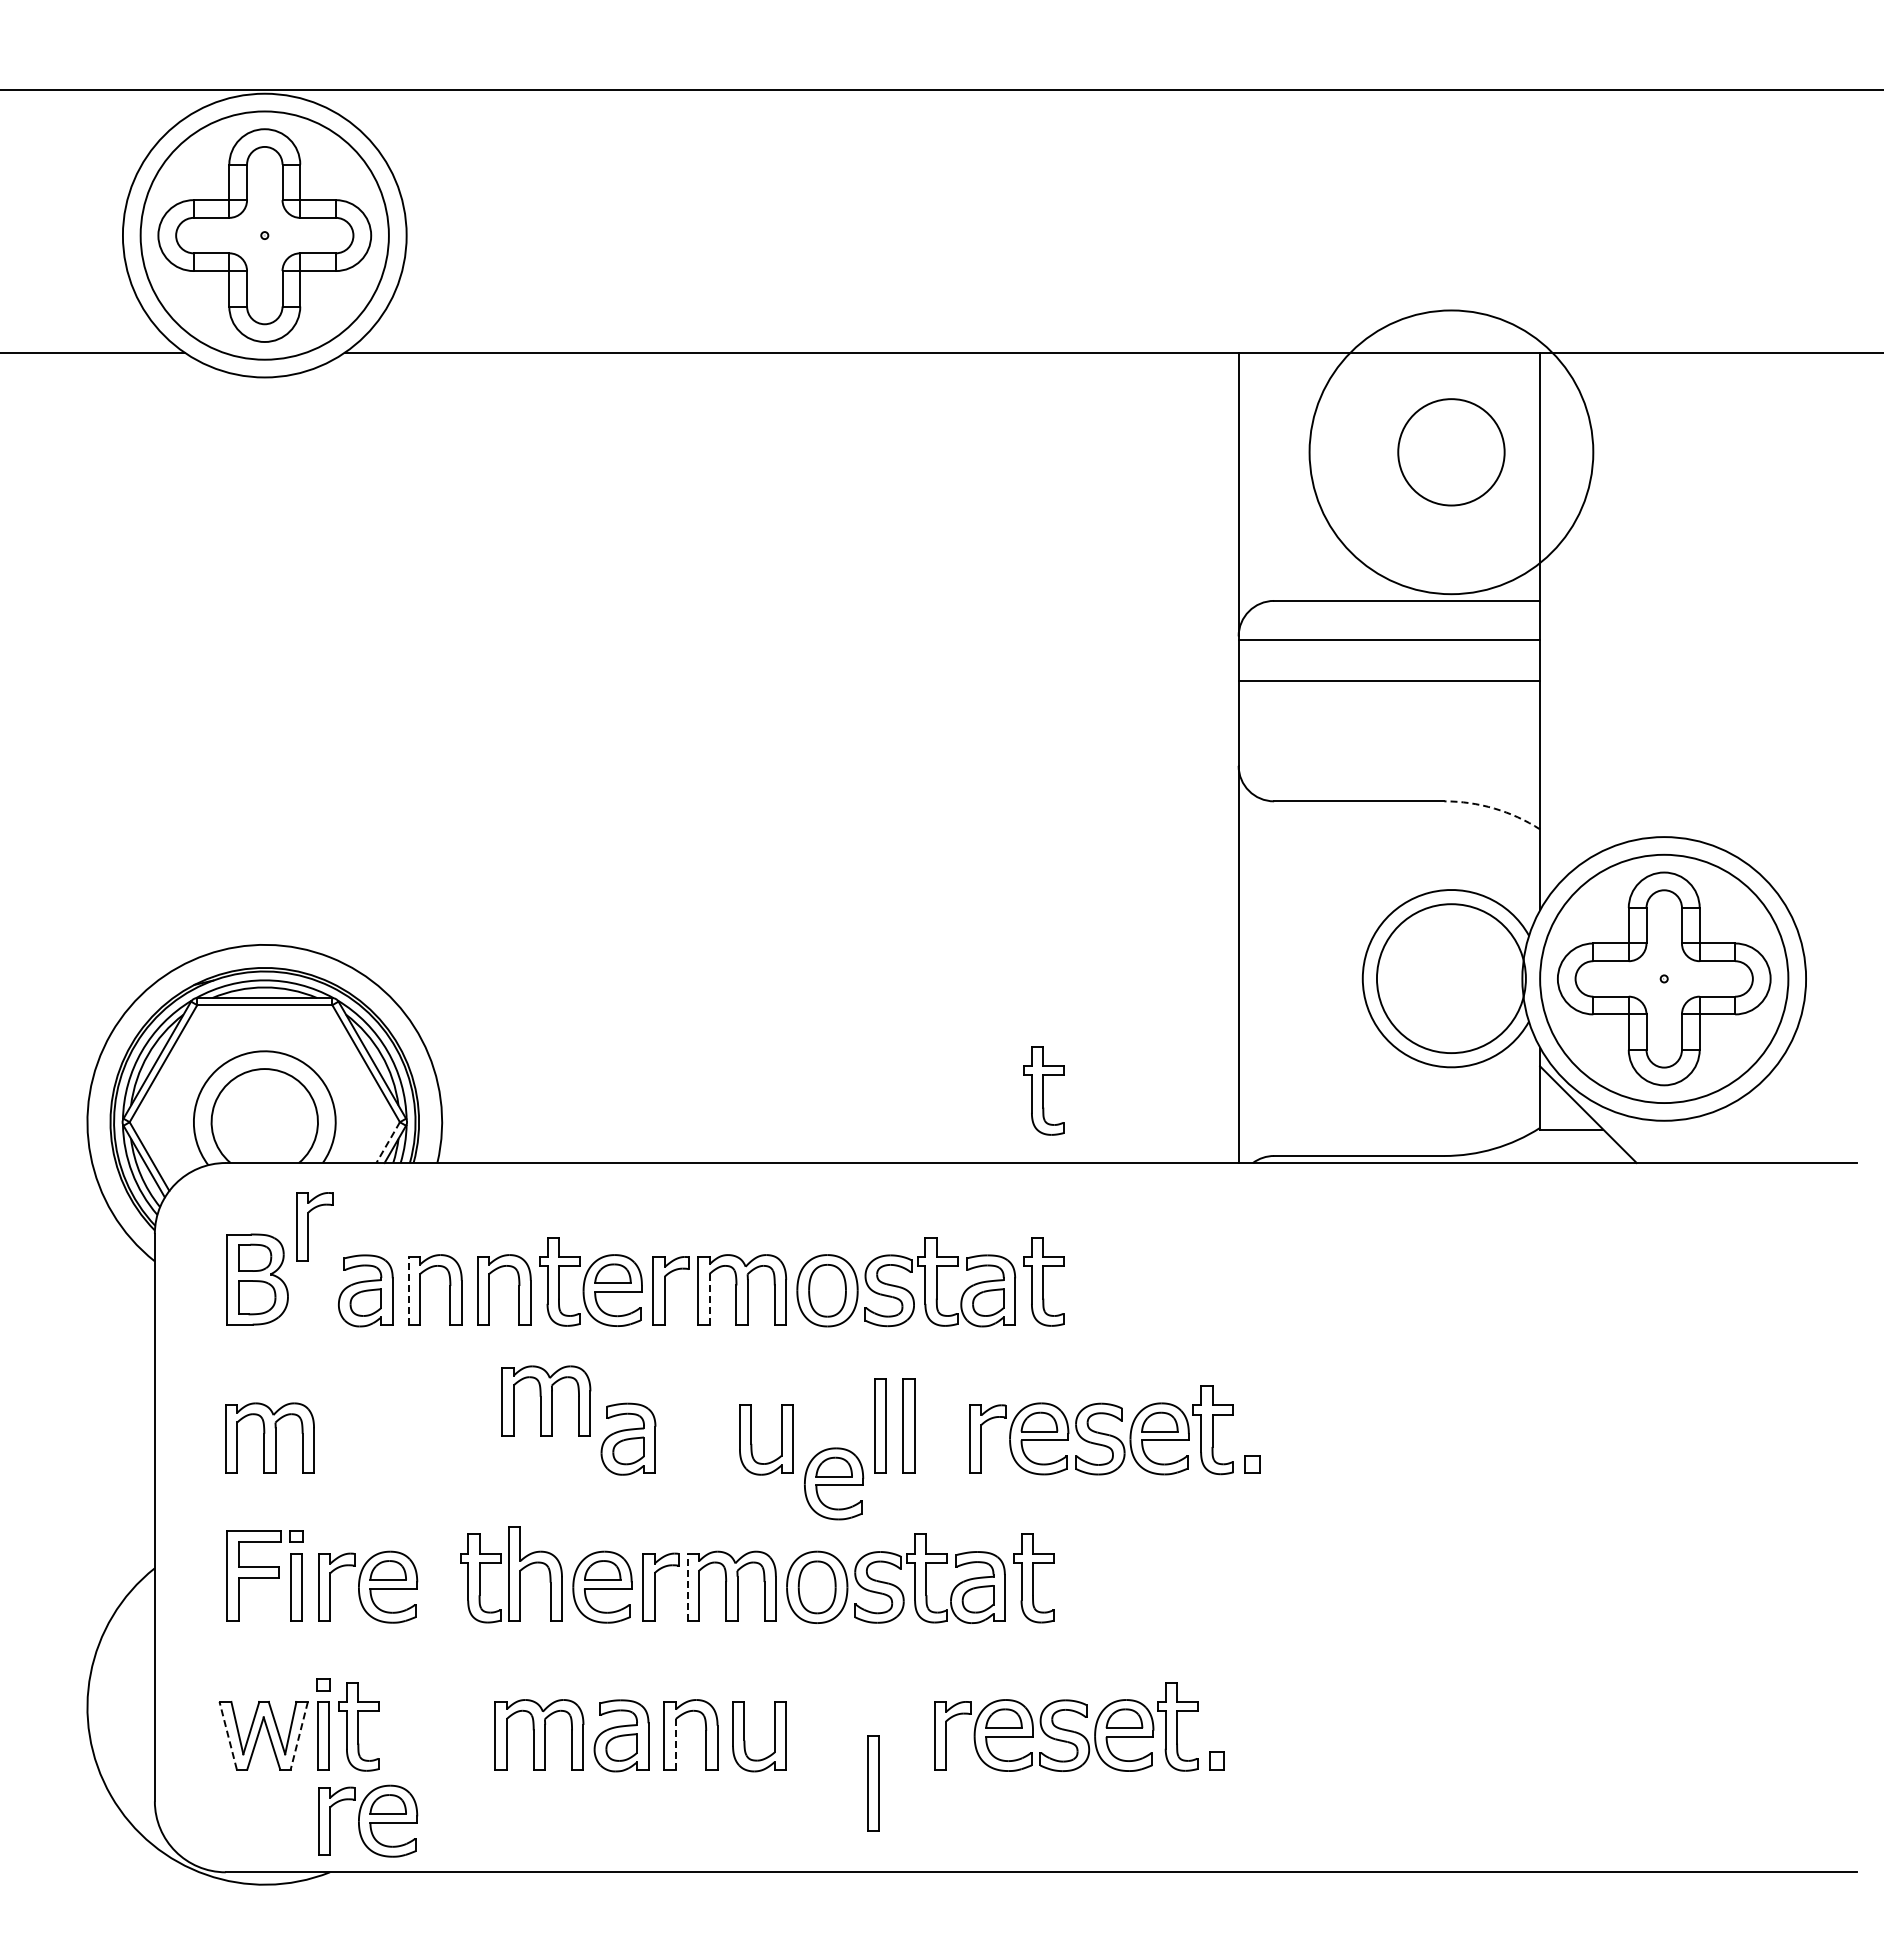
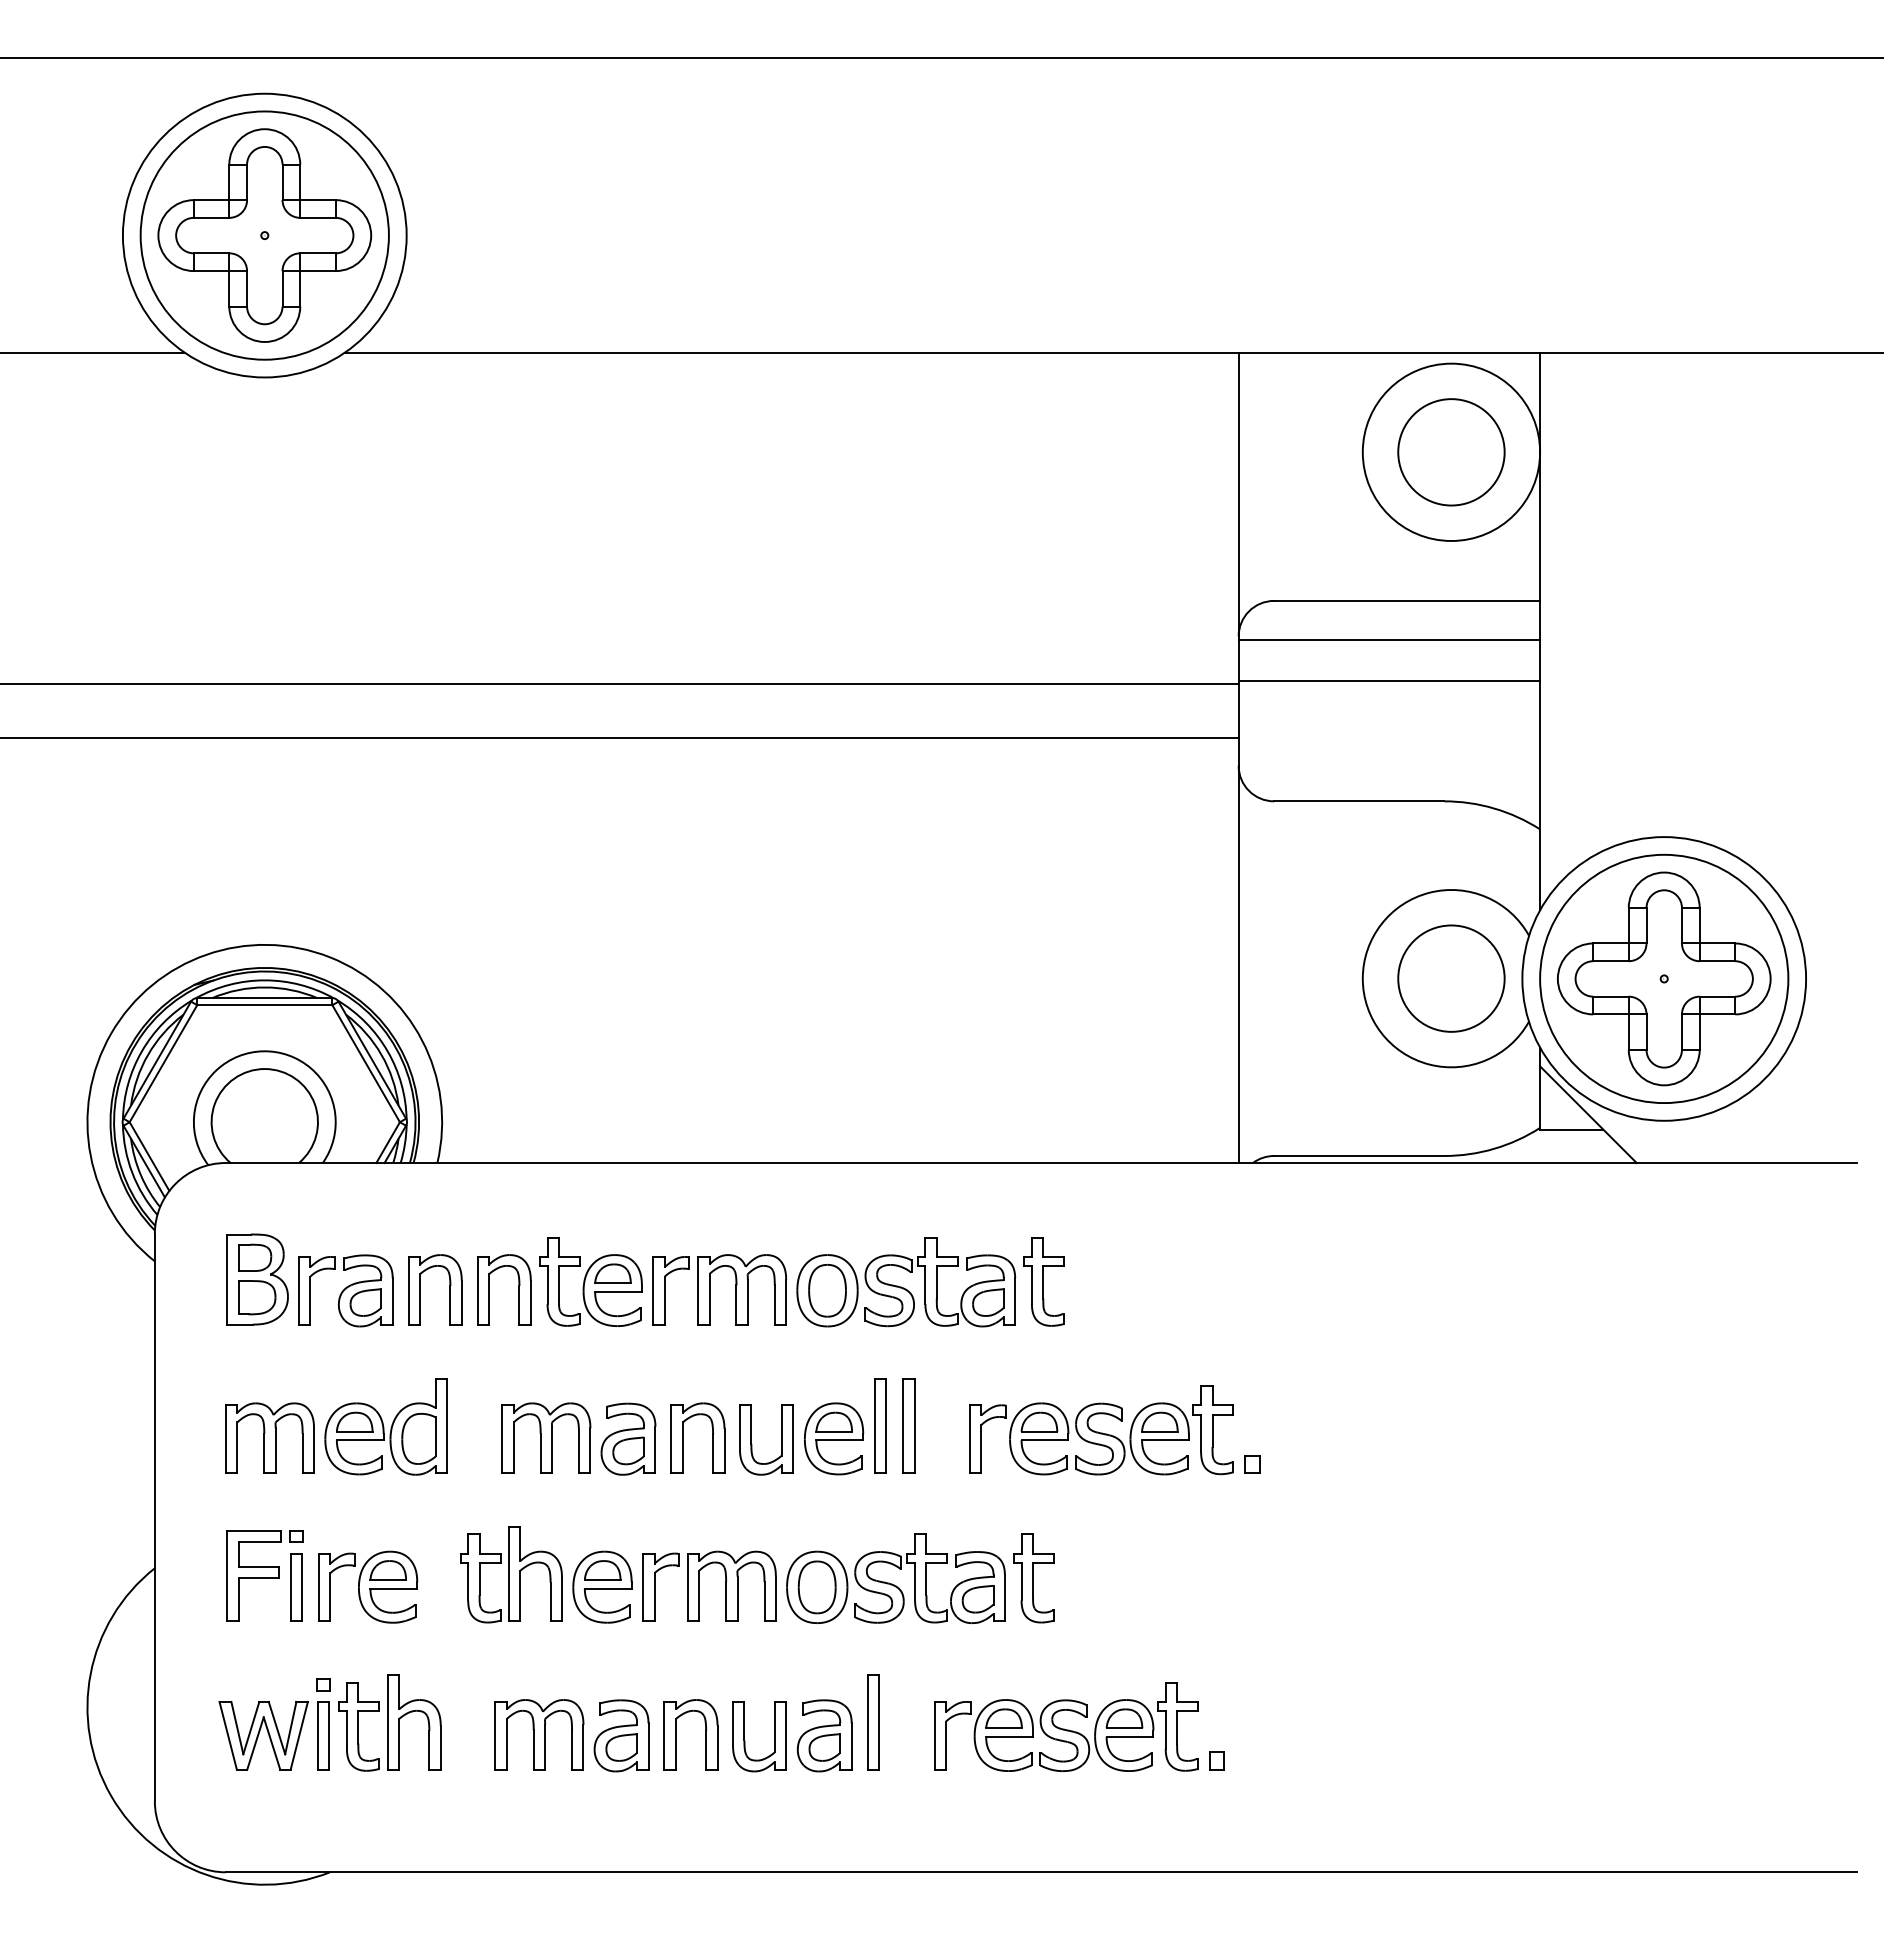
line at (941, 90) position: (941, 90) -> (941, 58)
circle at (1451, 452) diameter: 284 px -> 177 px
line at (620, 684): none -> present
line at (620, 737): none -> present
arc at (1494, 808): dashed -> solid
circle at (1450, 978) diameter: 149 px -> 106 px
part at (1043, 1090): present -> none
line at (388, 1142): dashed -> solid
part at (314, 1226) position: (314, 1226) -> (316, 1290)
line at (408, 1290): dashed -> solid
line at (709, 1299): dashed -> solid
part at (546, 1400) position: (546, 1400) -> (546, 1437)
part at (385, 1426): none -> present
part at (683, 1437): none -> present
part at (834, 1483) position: (834, 1483) -> (834, 1438)
line at (687, 1587): dashed -> solid
part at (412, 1712): none -> present
line at (228, 1735): dashed -> solid
line at (299, 1735): dashed -> solid
part at (824, 1735): none -> present
line at (675, 1744): dashed -> solid
part at (873, 1783) position: (873, 1783) -> (873, 1722)
part at (368, 1820): present -> none
